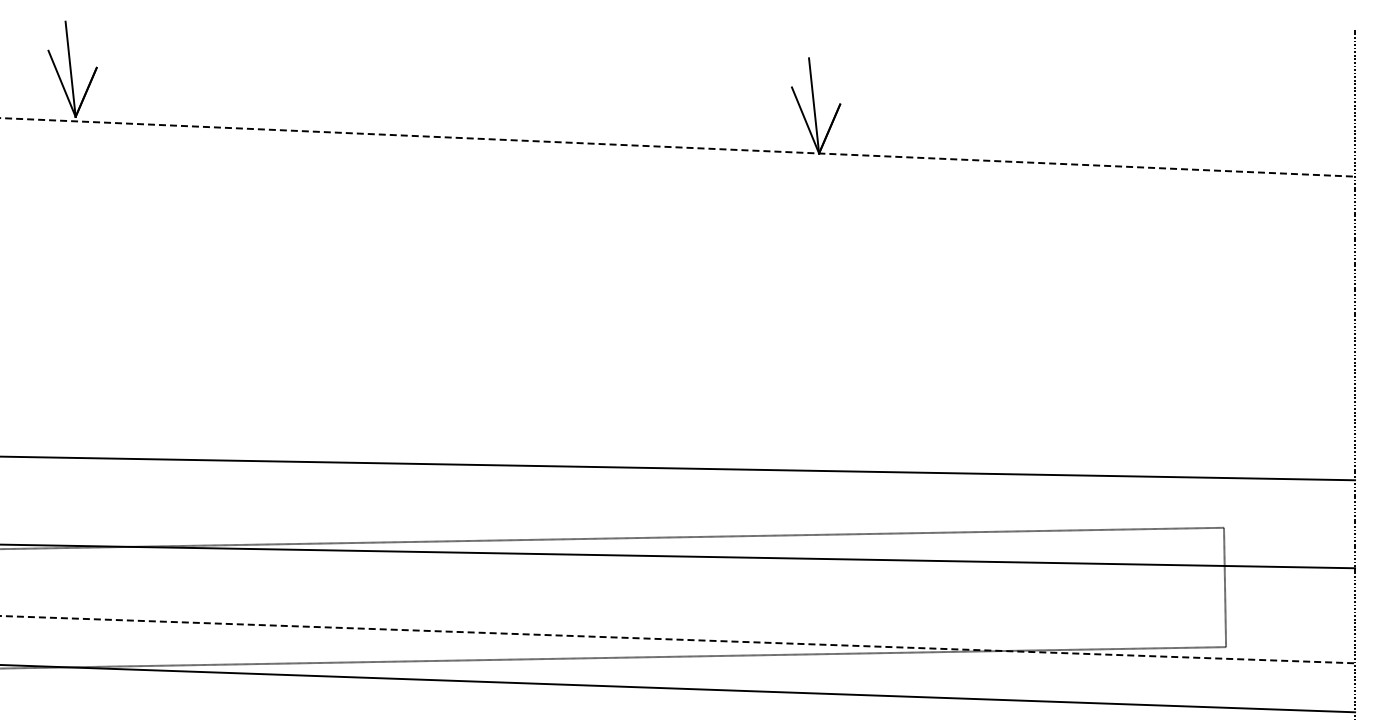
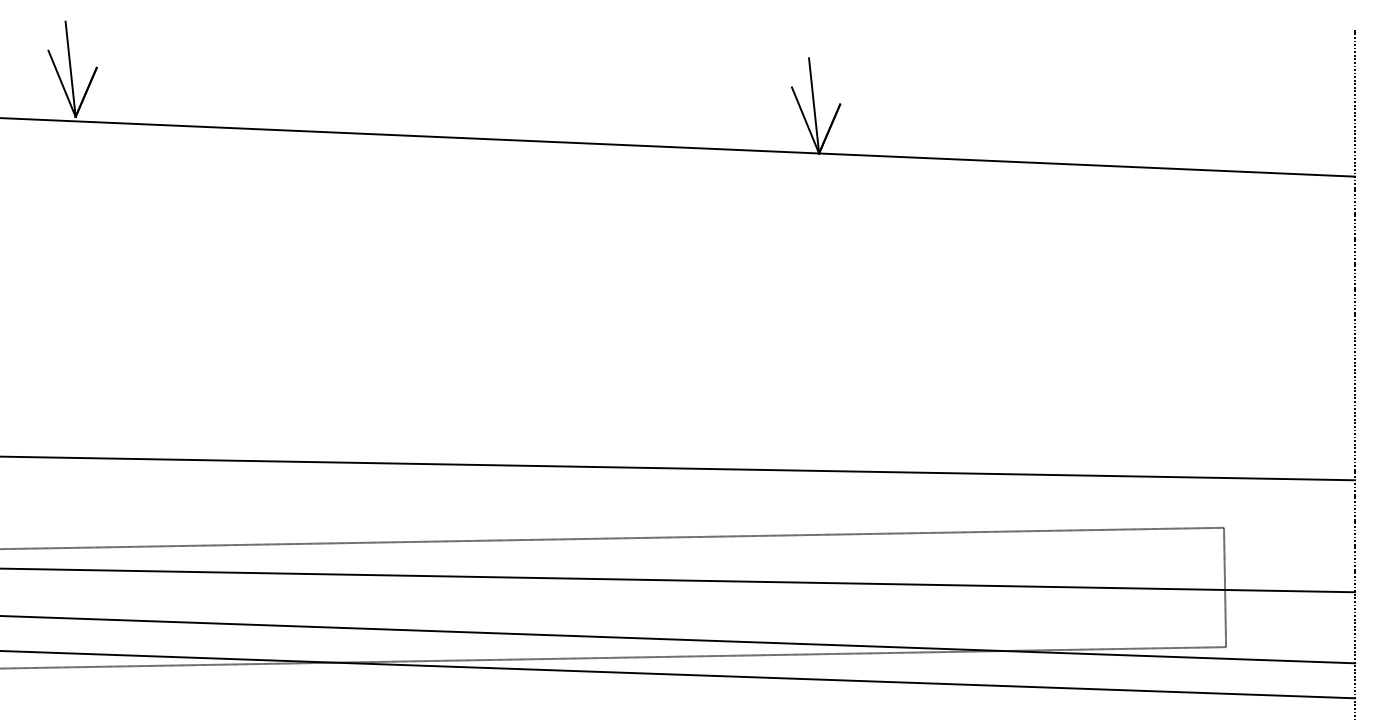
line at (678, 147): dashed -> solid
line at (678, 556) position: (678, 556) -> (678, 580)
line at (678, 639): dashed -> solid
line at (678, 688) position: (678, 688) -> (678, 674)
